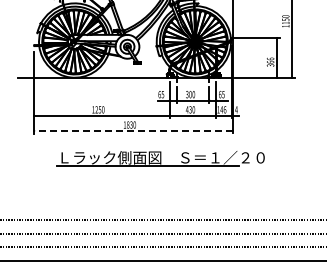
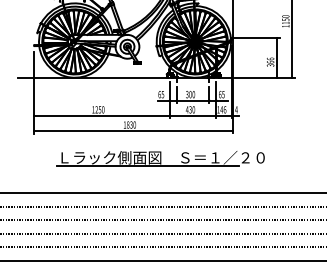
line at (132, 130): dashed -> solid
line at (162, 193): none -> present
line at (162, 206): none -> present
